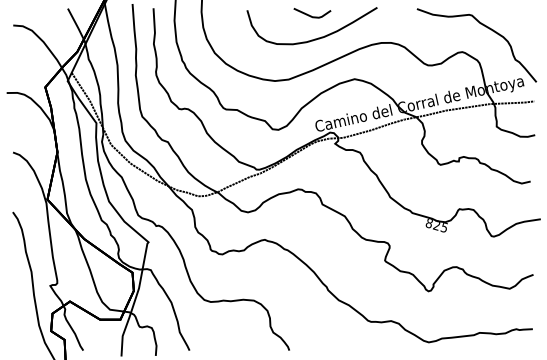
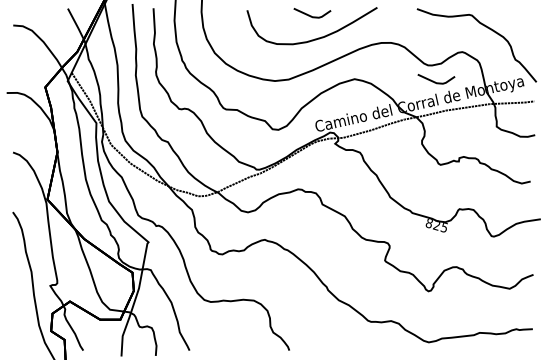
curve at (435, 81): none -> present
